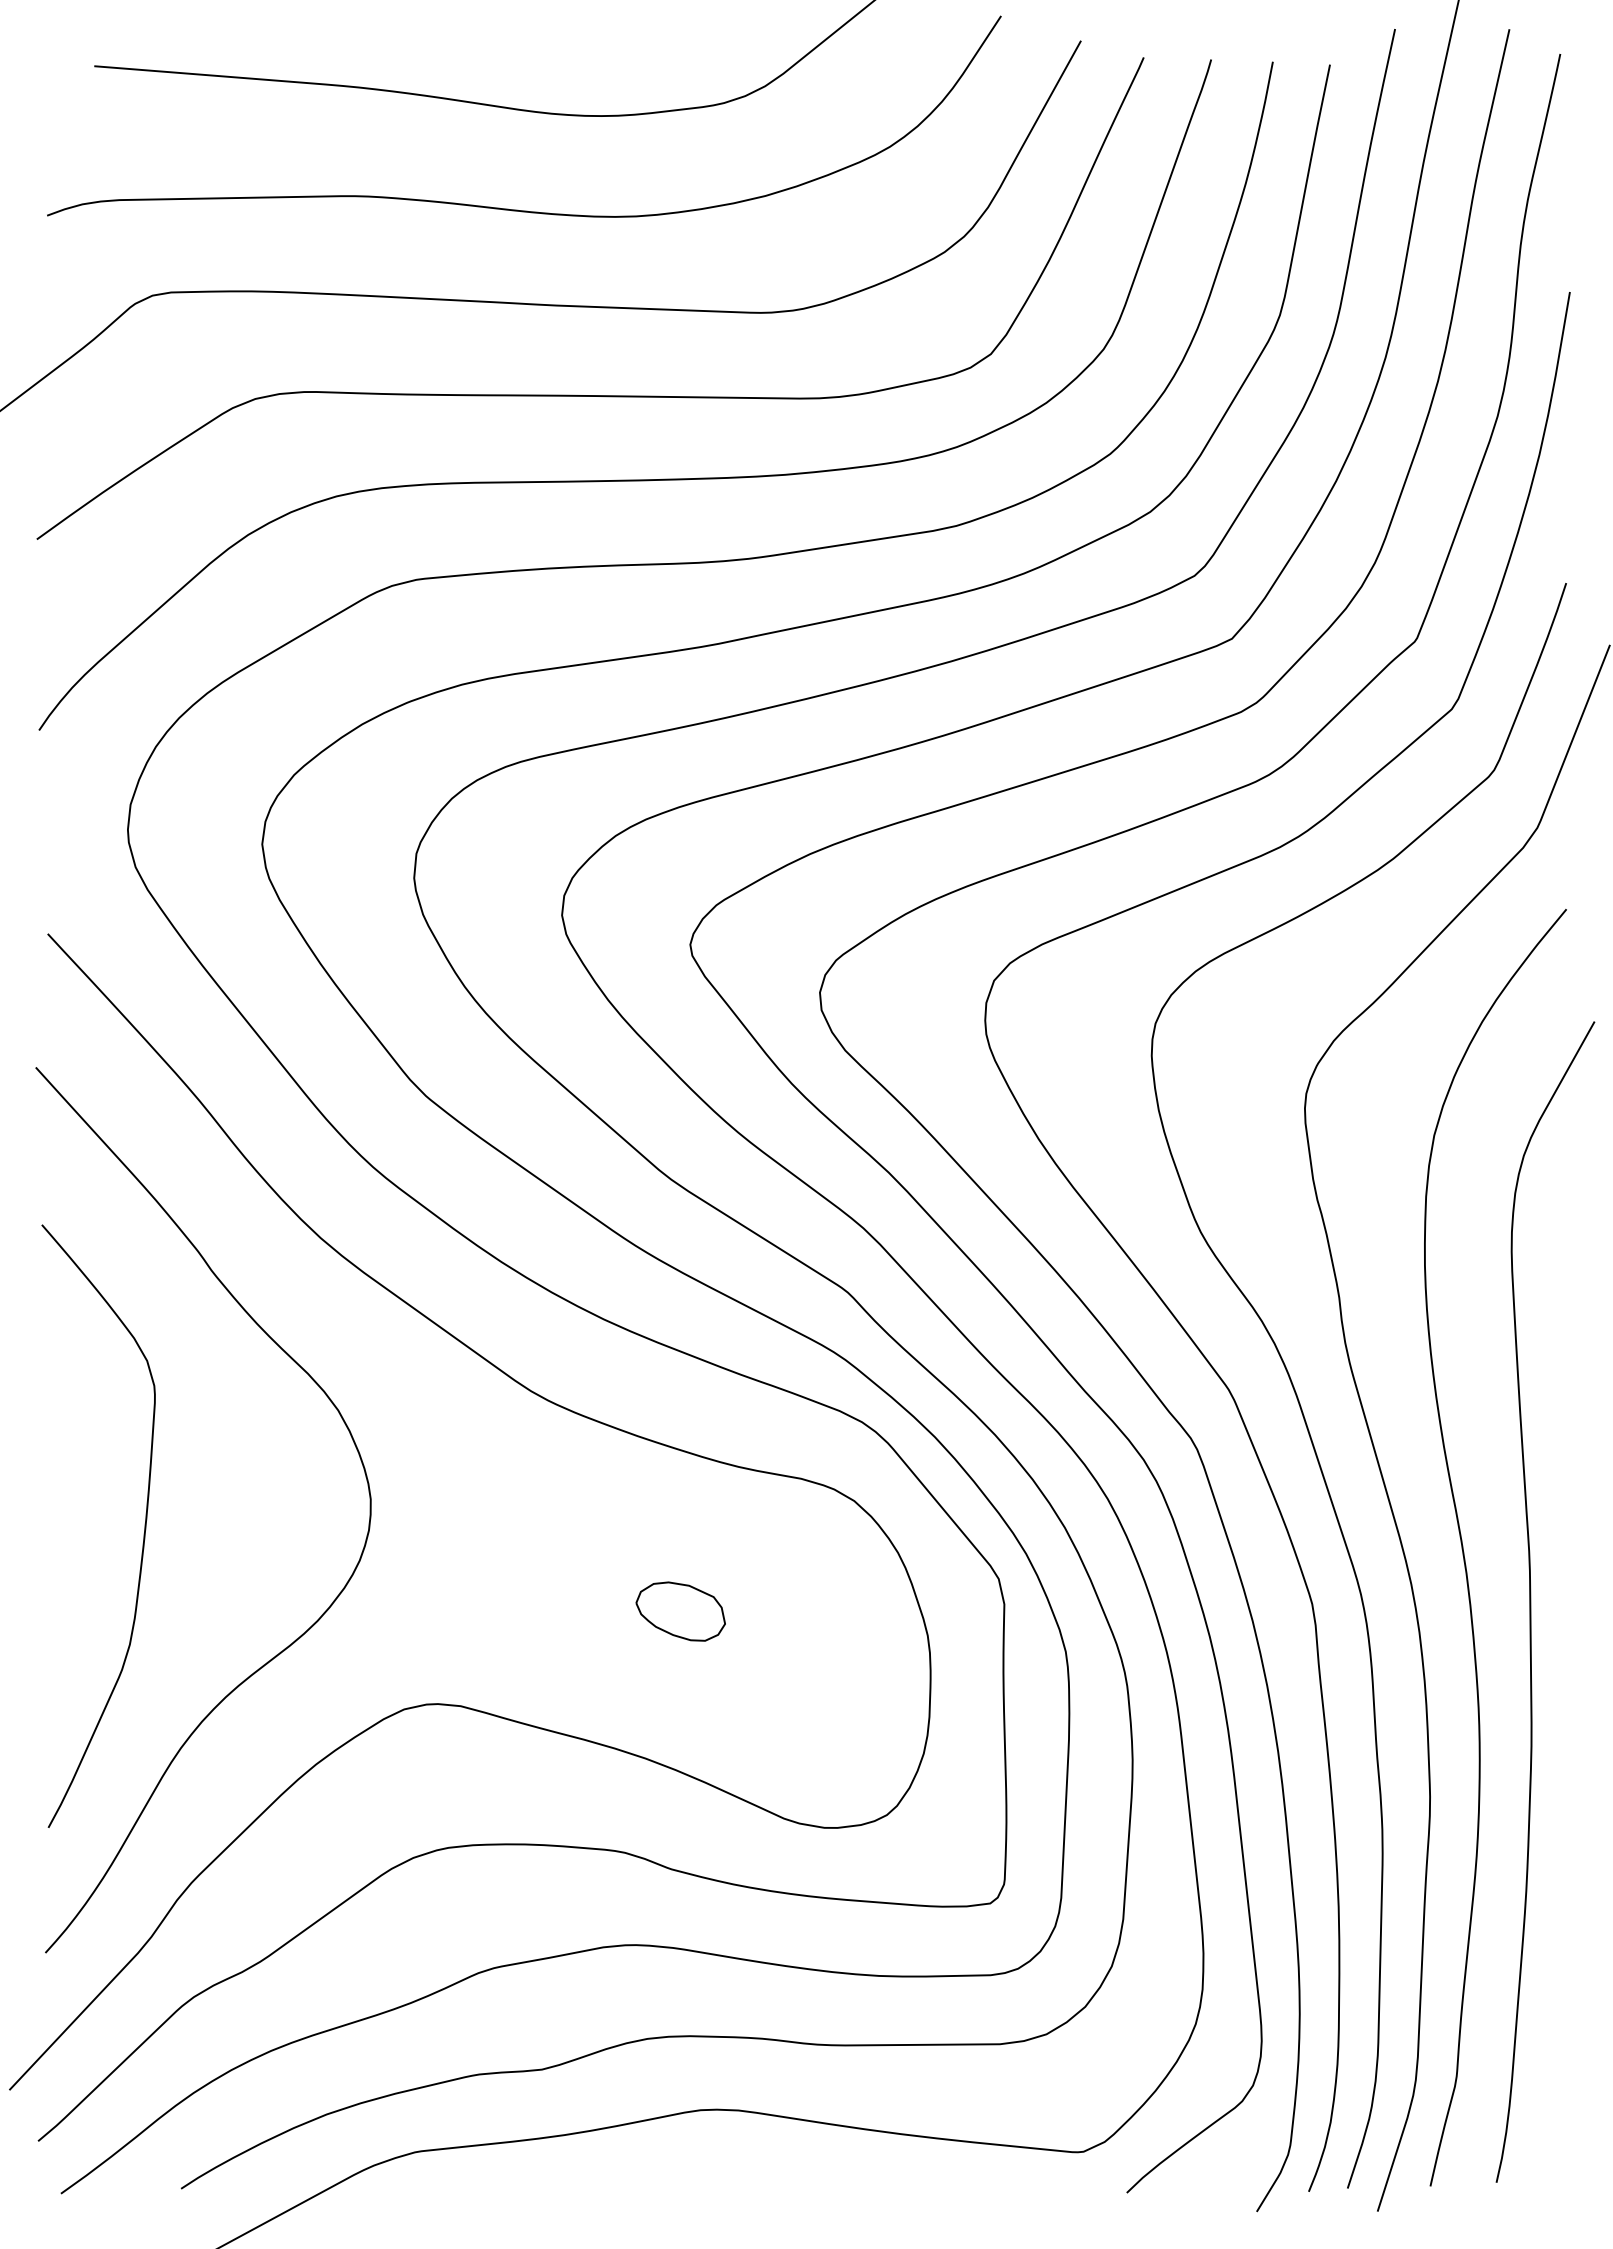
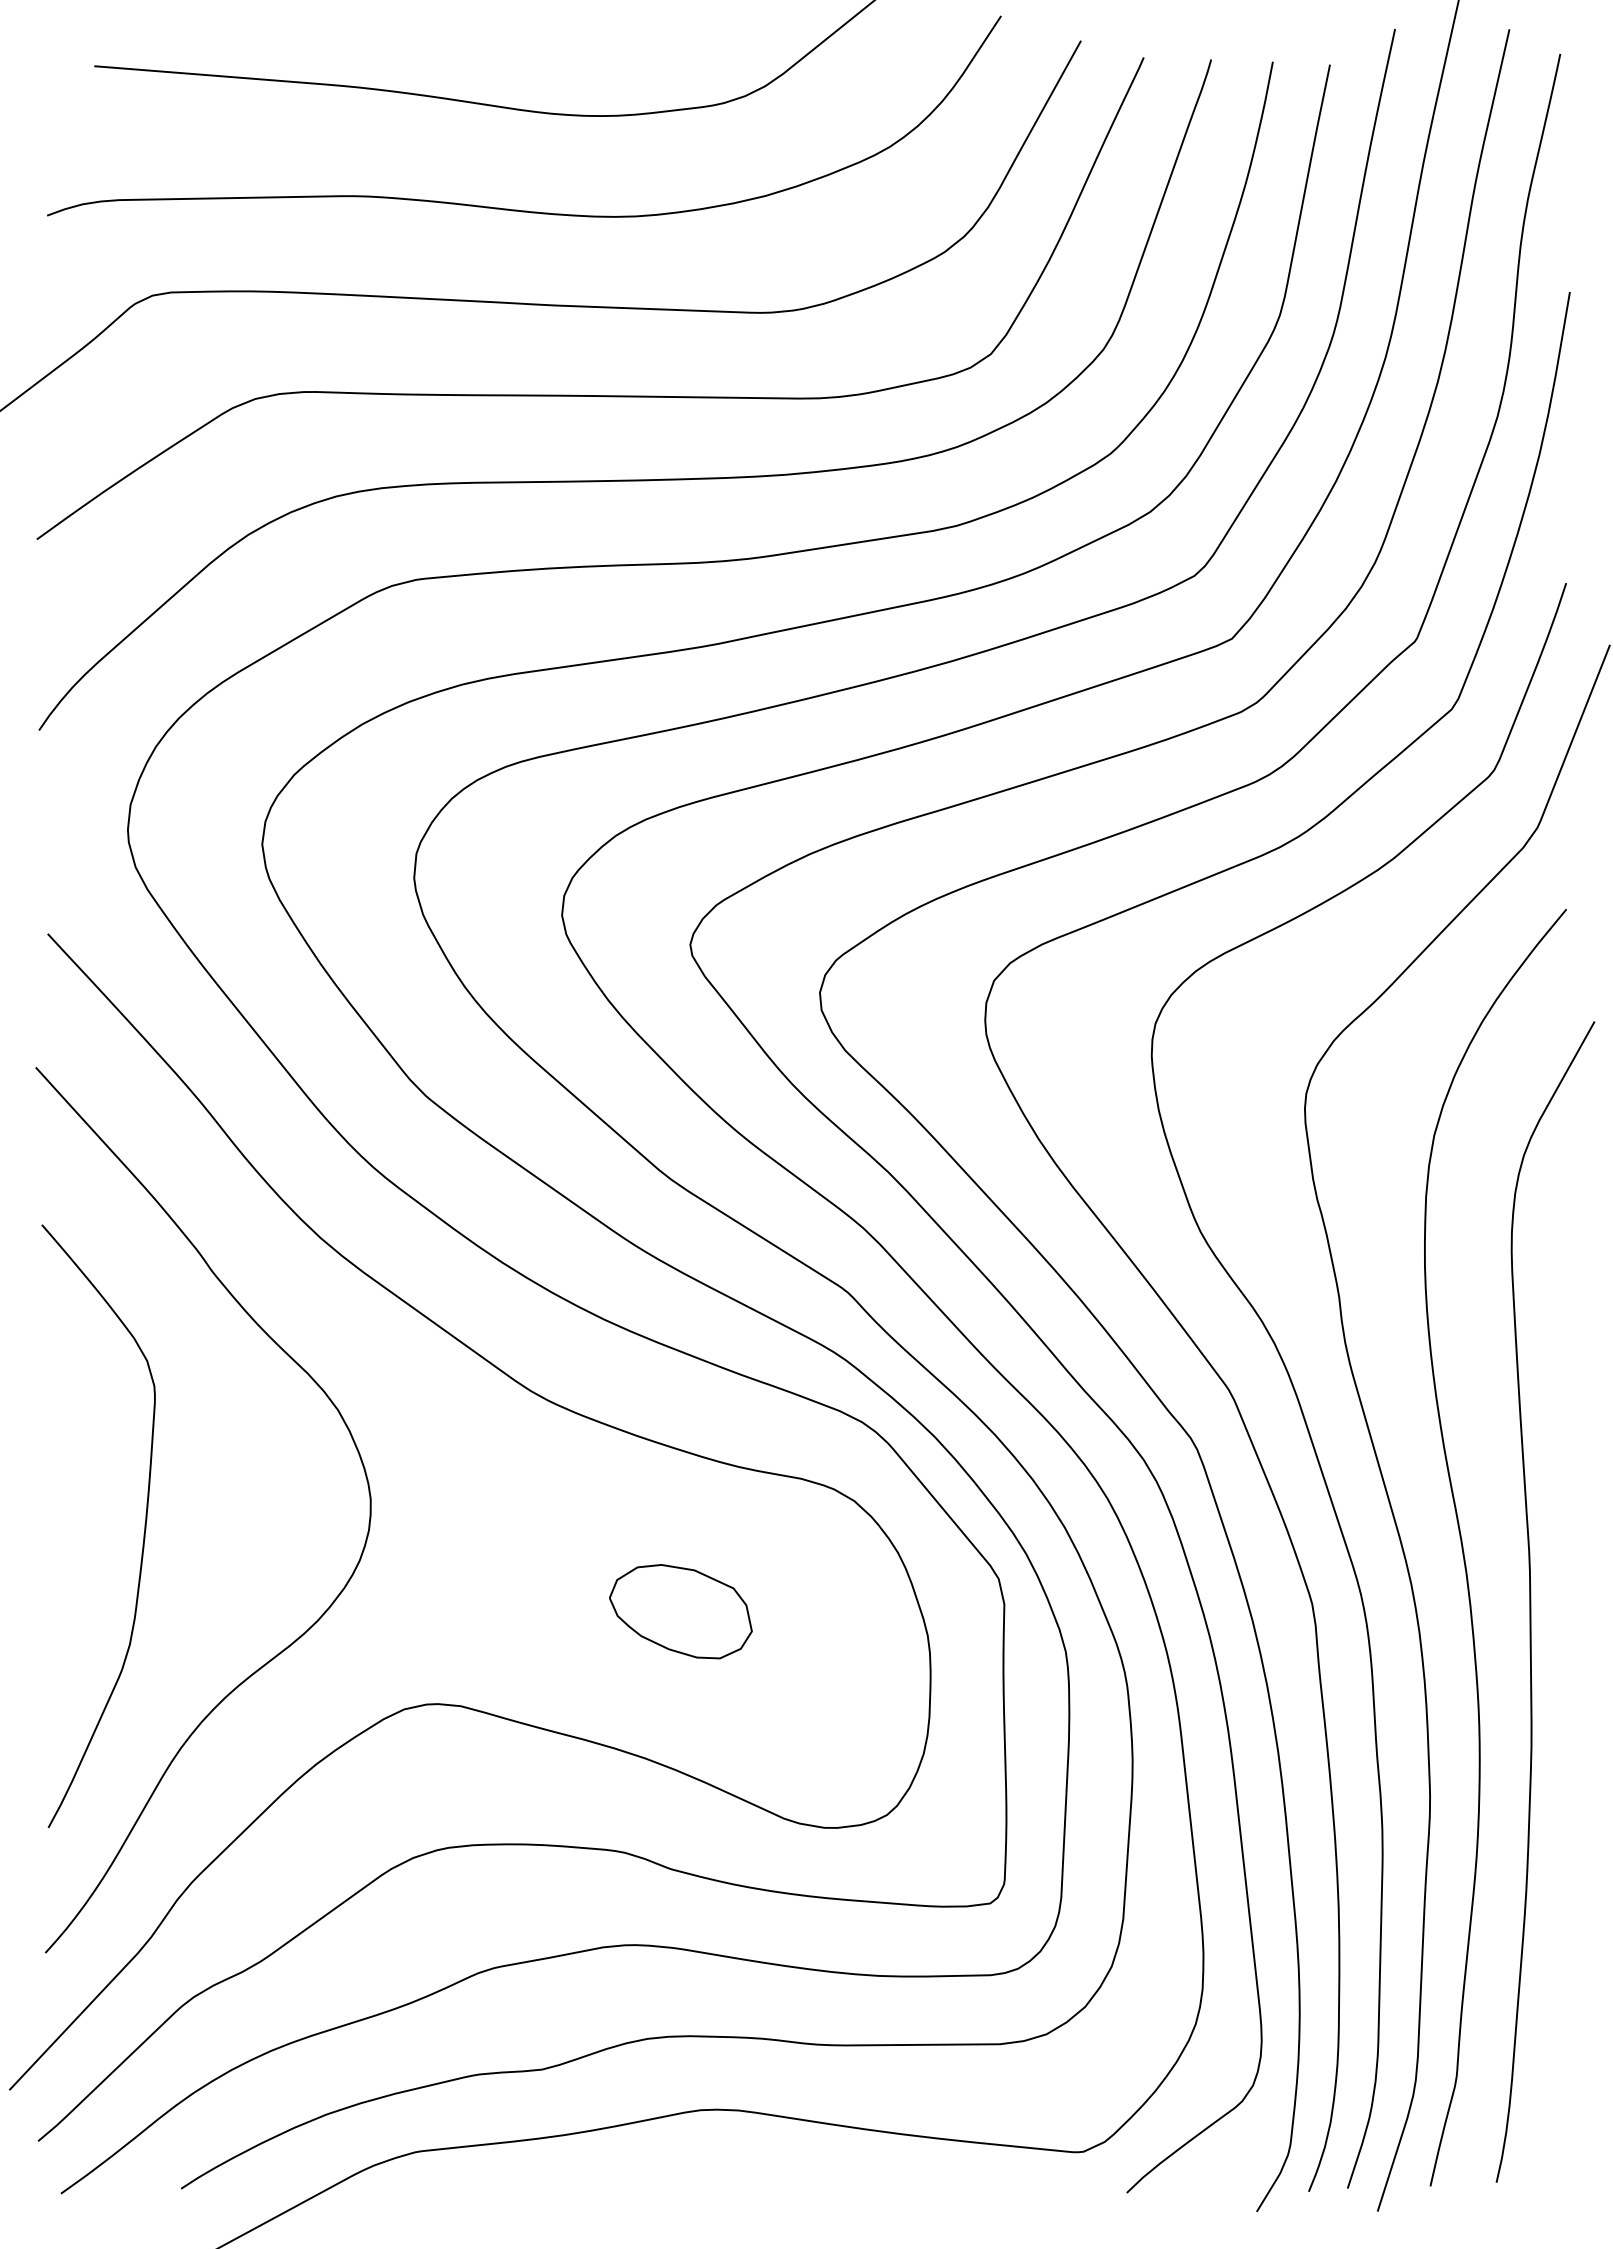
part at (680, 1611) size: 91x61 px -> 144x96 px
